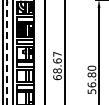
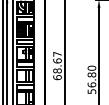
line at (7, 53): dashed -> solid
